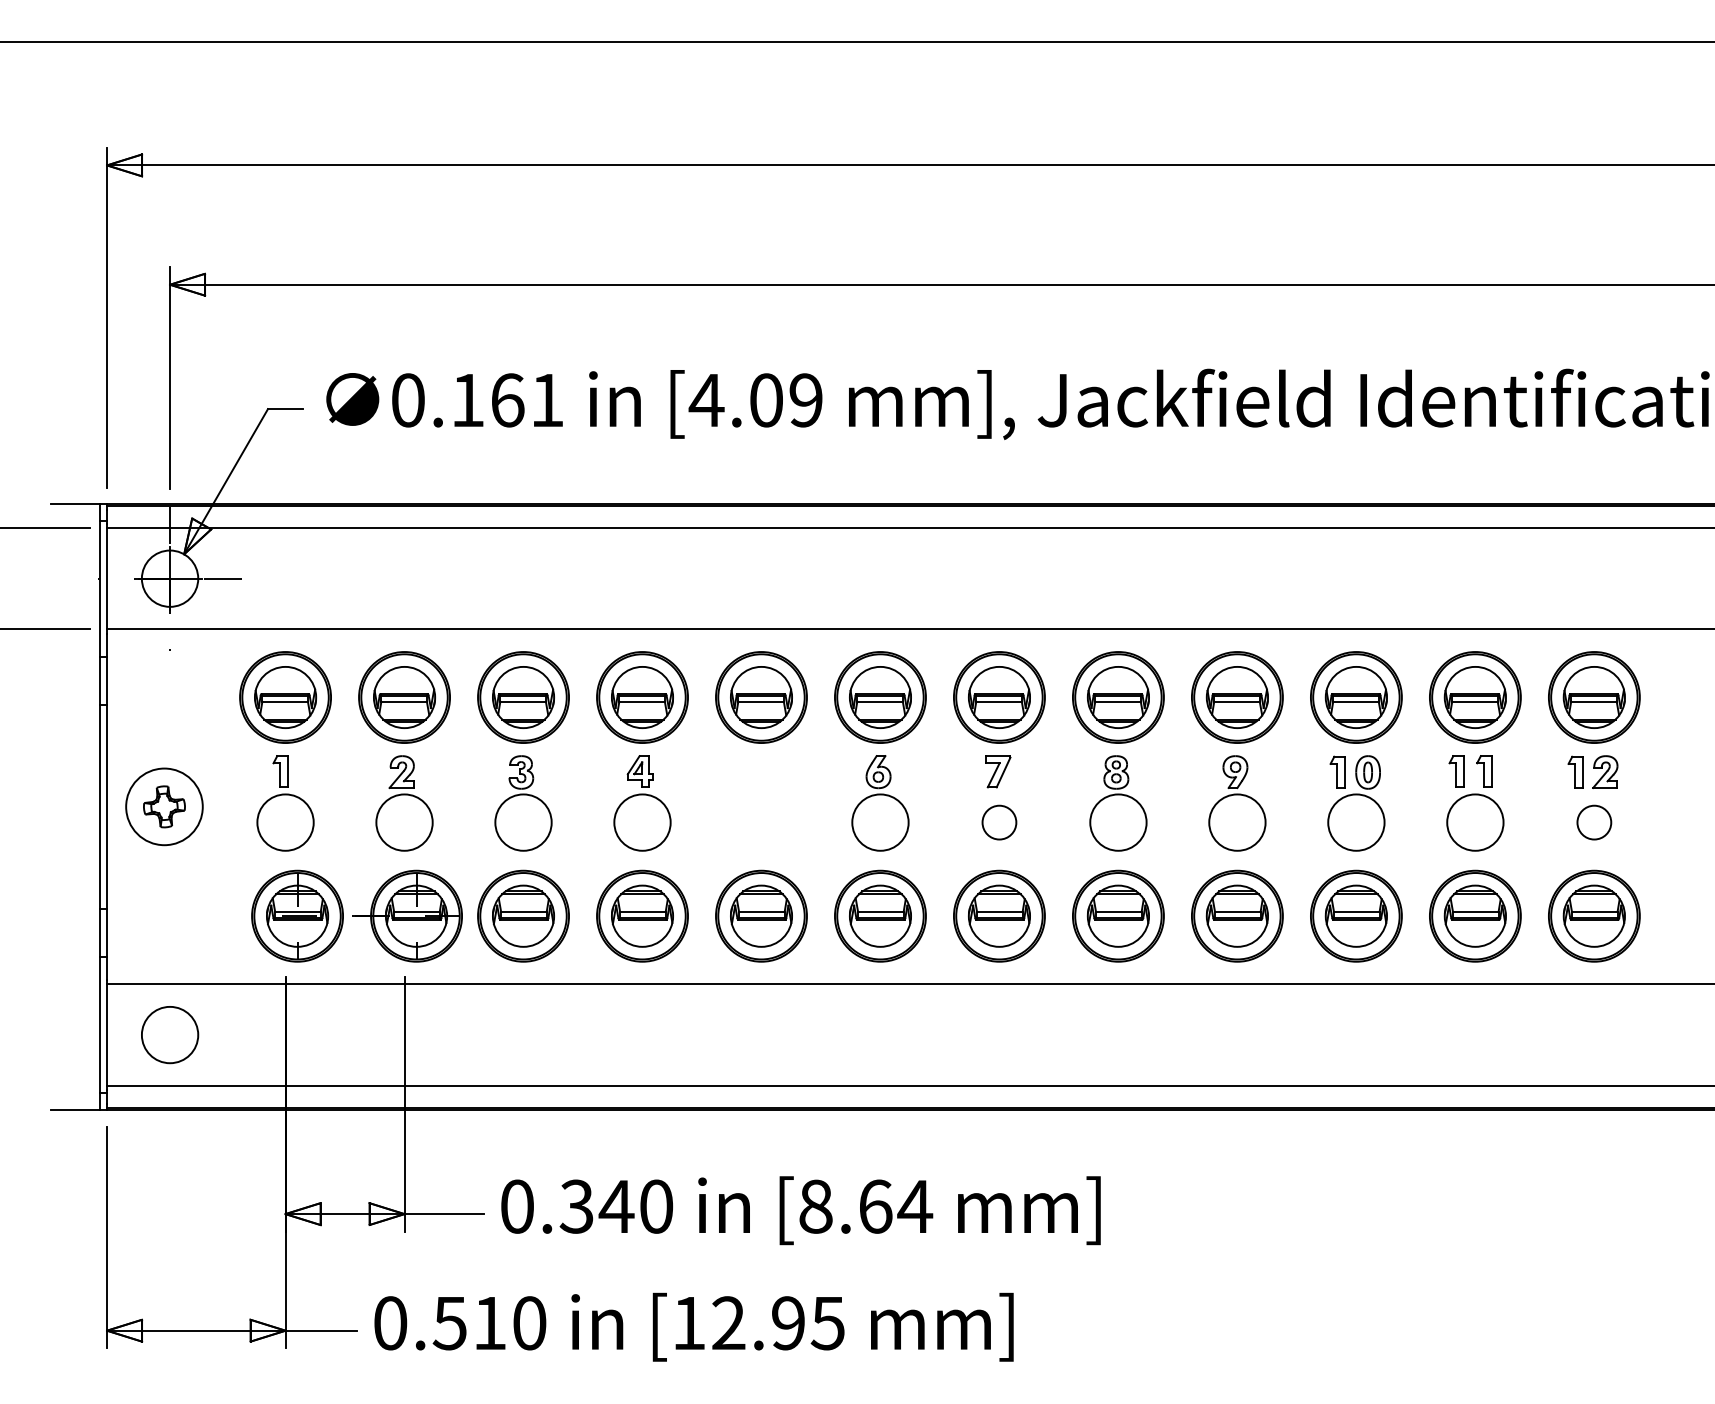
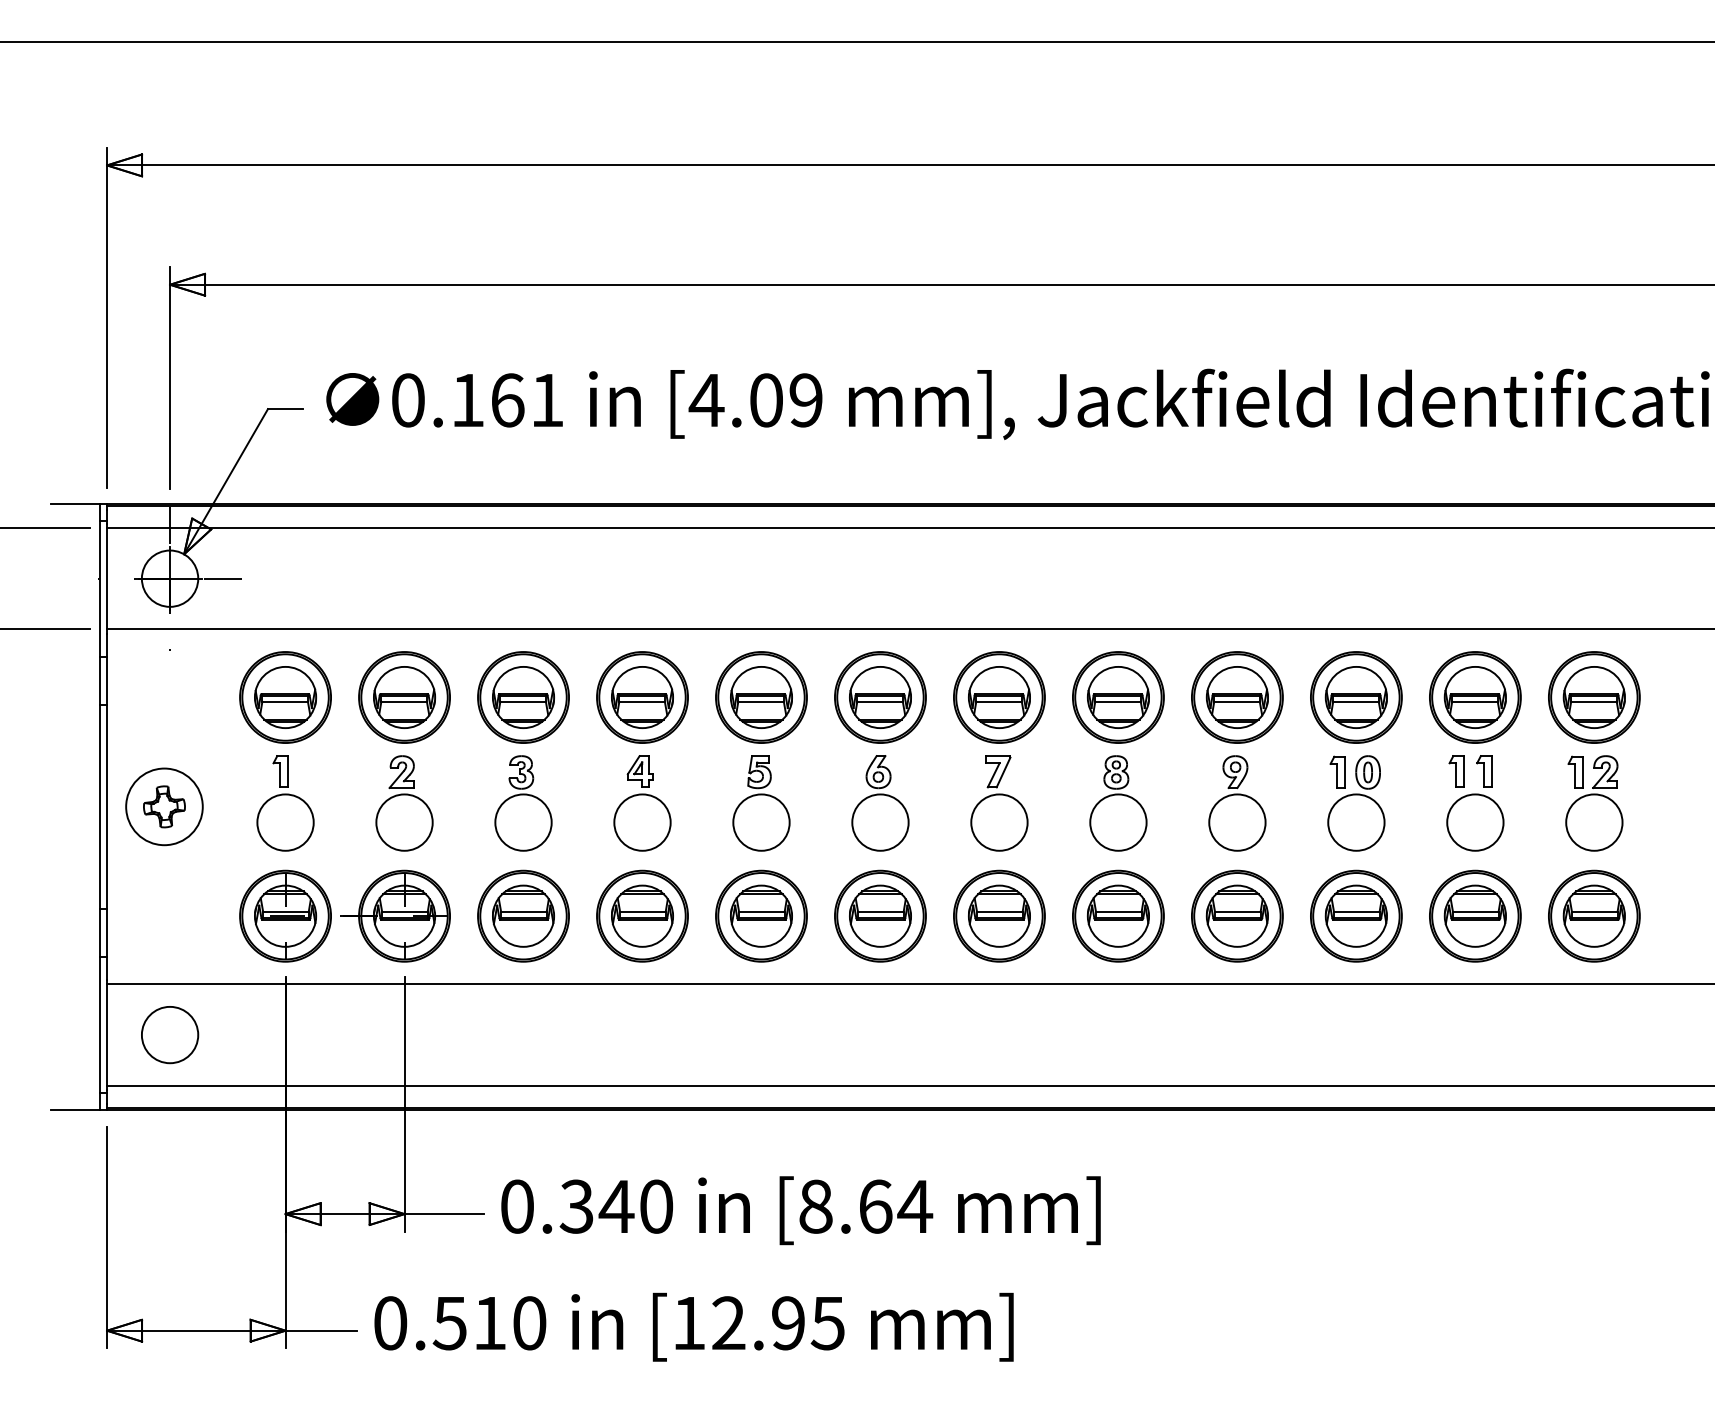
part at (761, 803): none -> present
circle at (999, 822) diameter: 34 px -> 56 px
circle at (1594, 822) diameter: 34 px -> 56 px
part at (356, 915) position: (356, 915) -> (344, 915)
